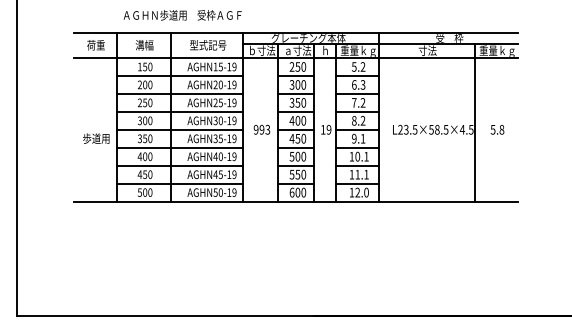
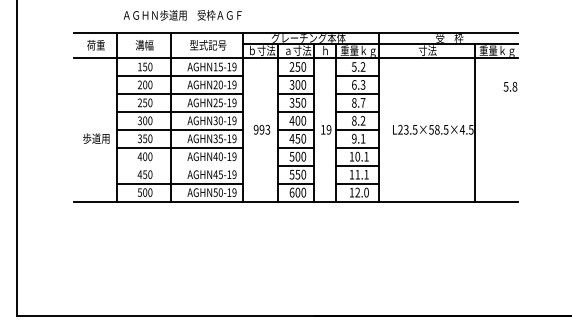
text at (358, 102): 7.2 -> 8.7
text at (497, 129) position: (497, 129) -> (510, 86)
line at (179, 165): present -> none
